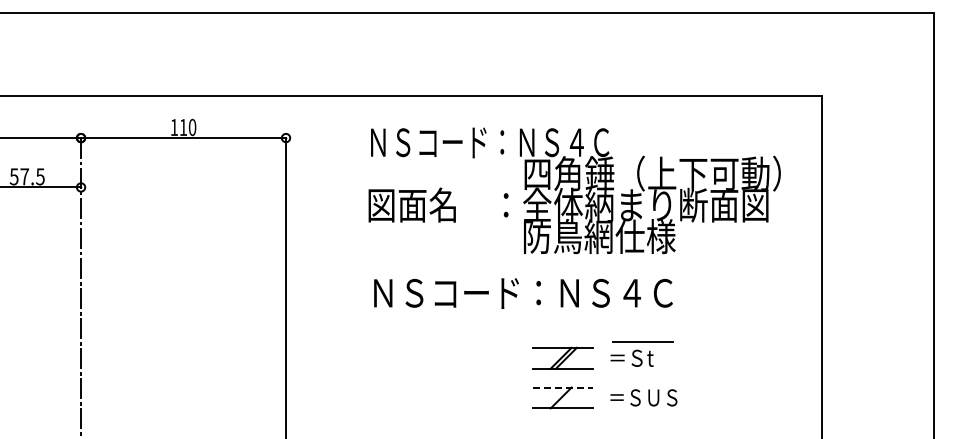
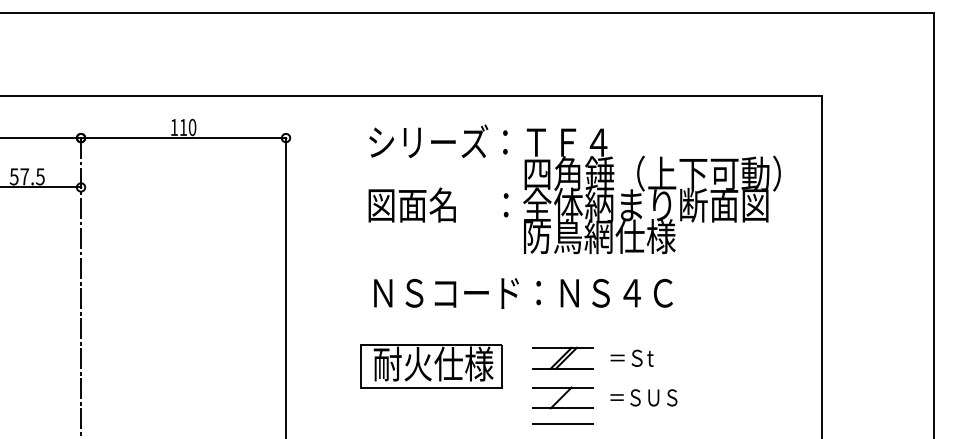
text at (489, 141): ＮＳコード：ＮＳ４Ｃ -> シリーズ：ＴＦ４
line at (642, 341) position: (642, 341) -> (562, 423)
part at (431, 366): none -> present
line at (563, 387): dashed -> solid
